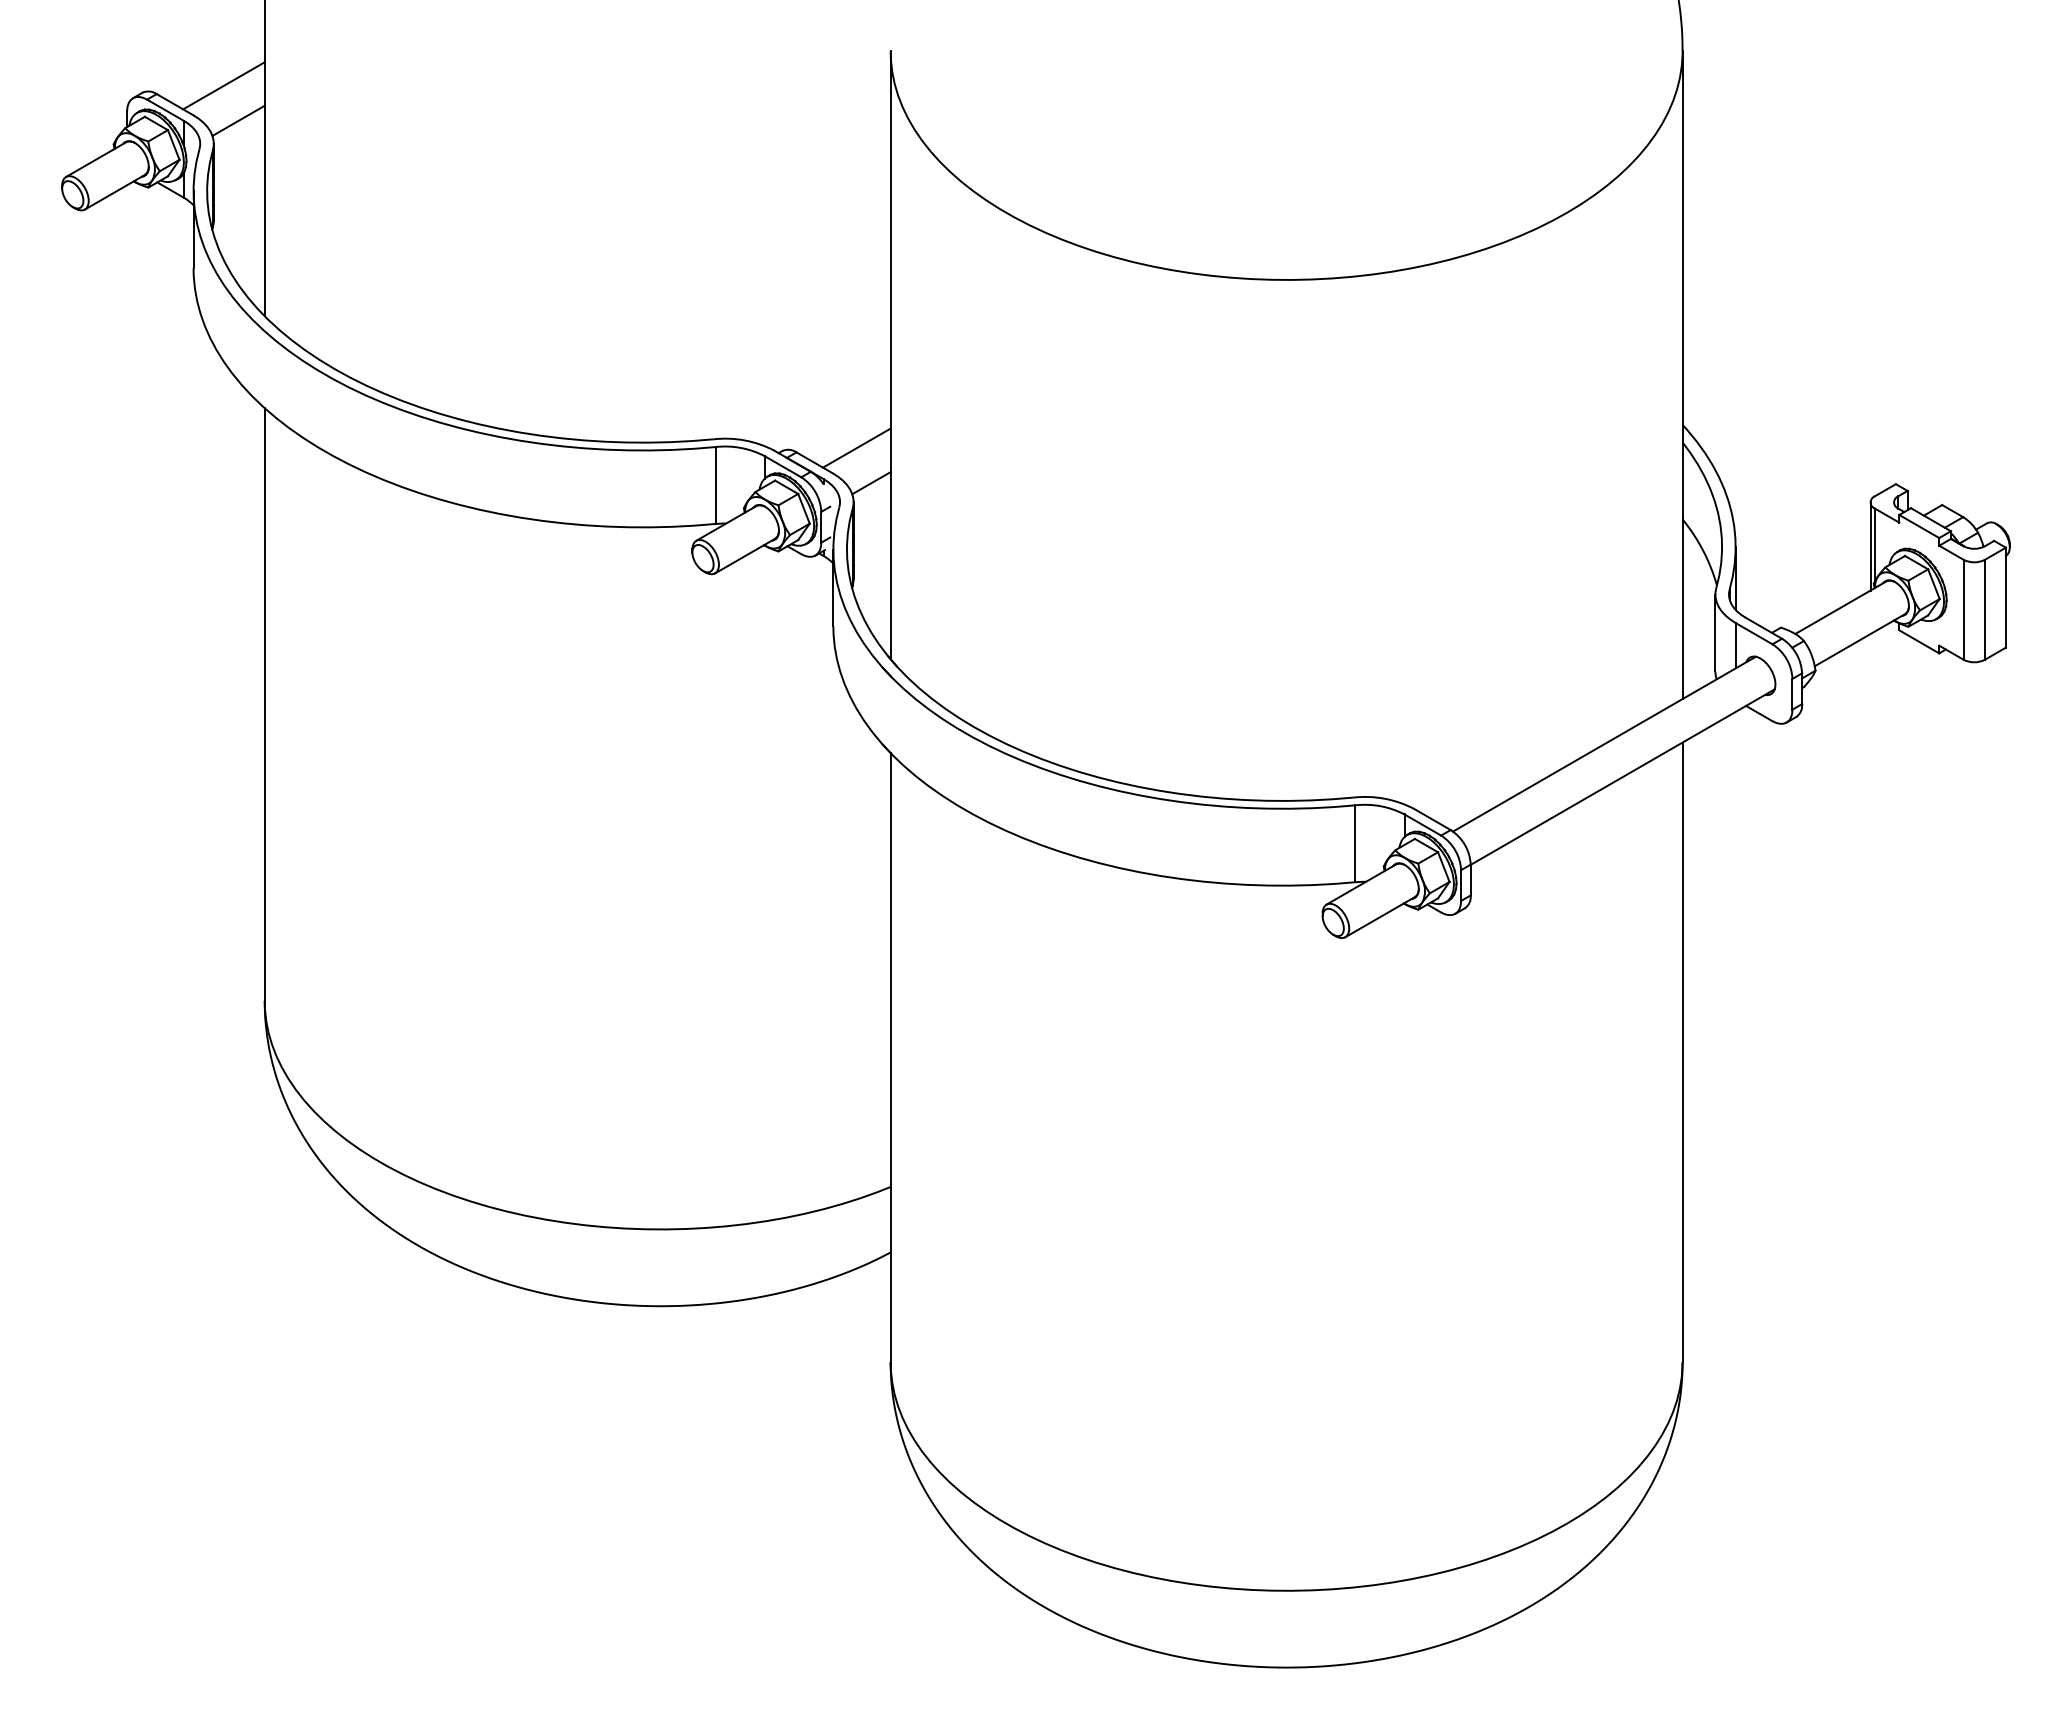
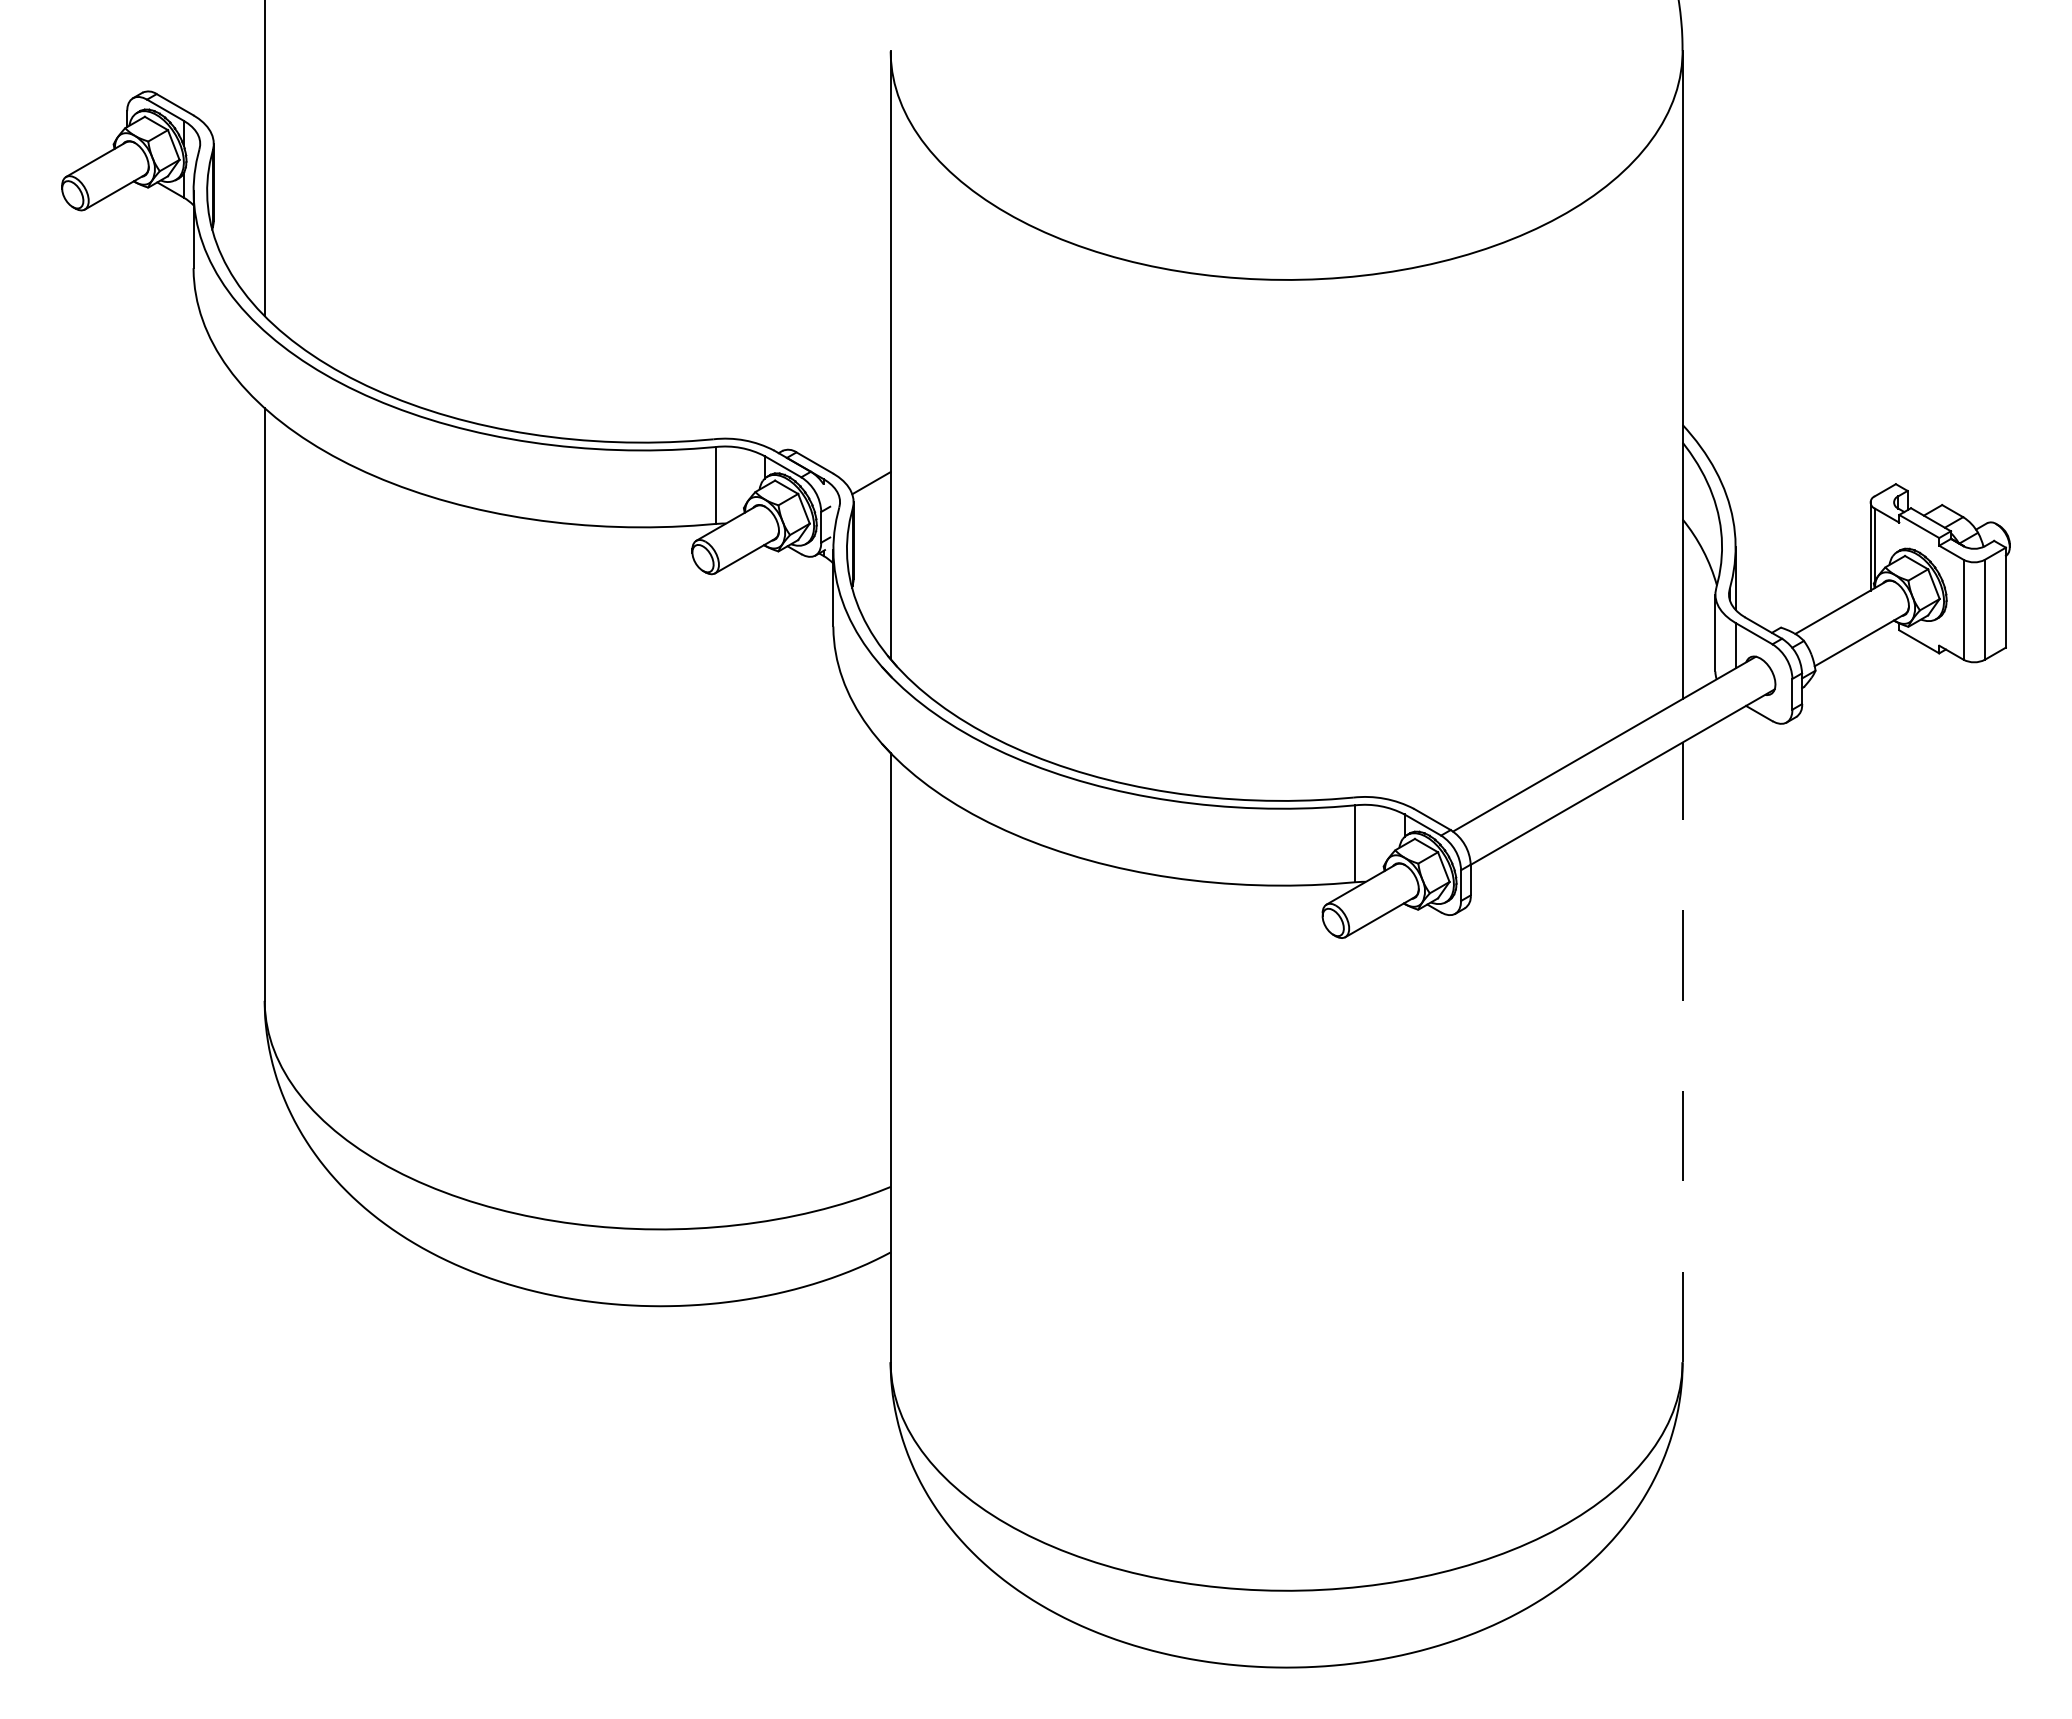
line at (223, 85): present -> none
line at (238, 120): present -> none
line at (856, 447): present -> none
line at (1682, 1052): solid -> dashed
